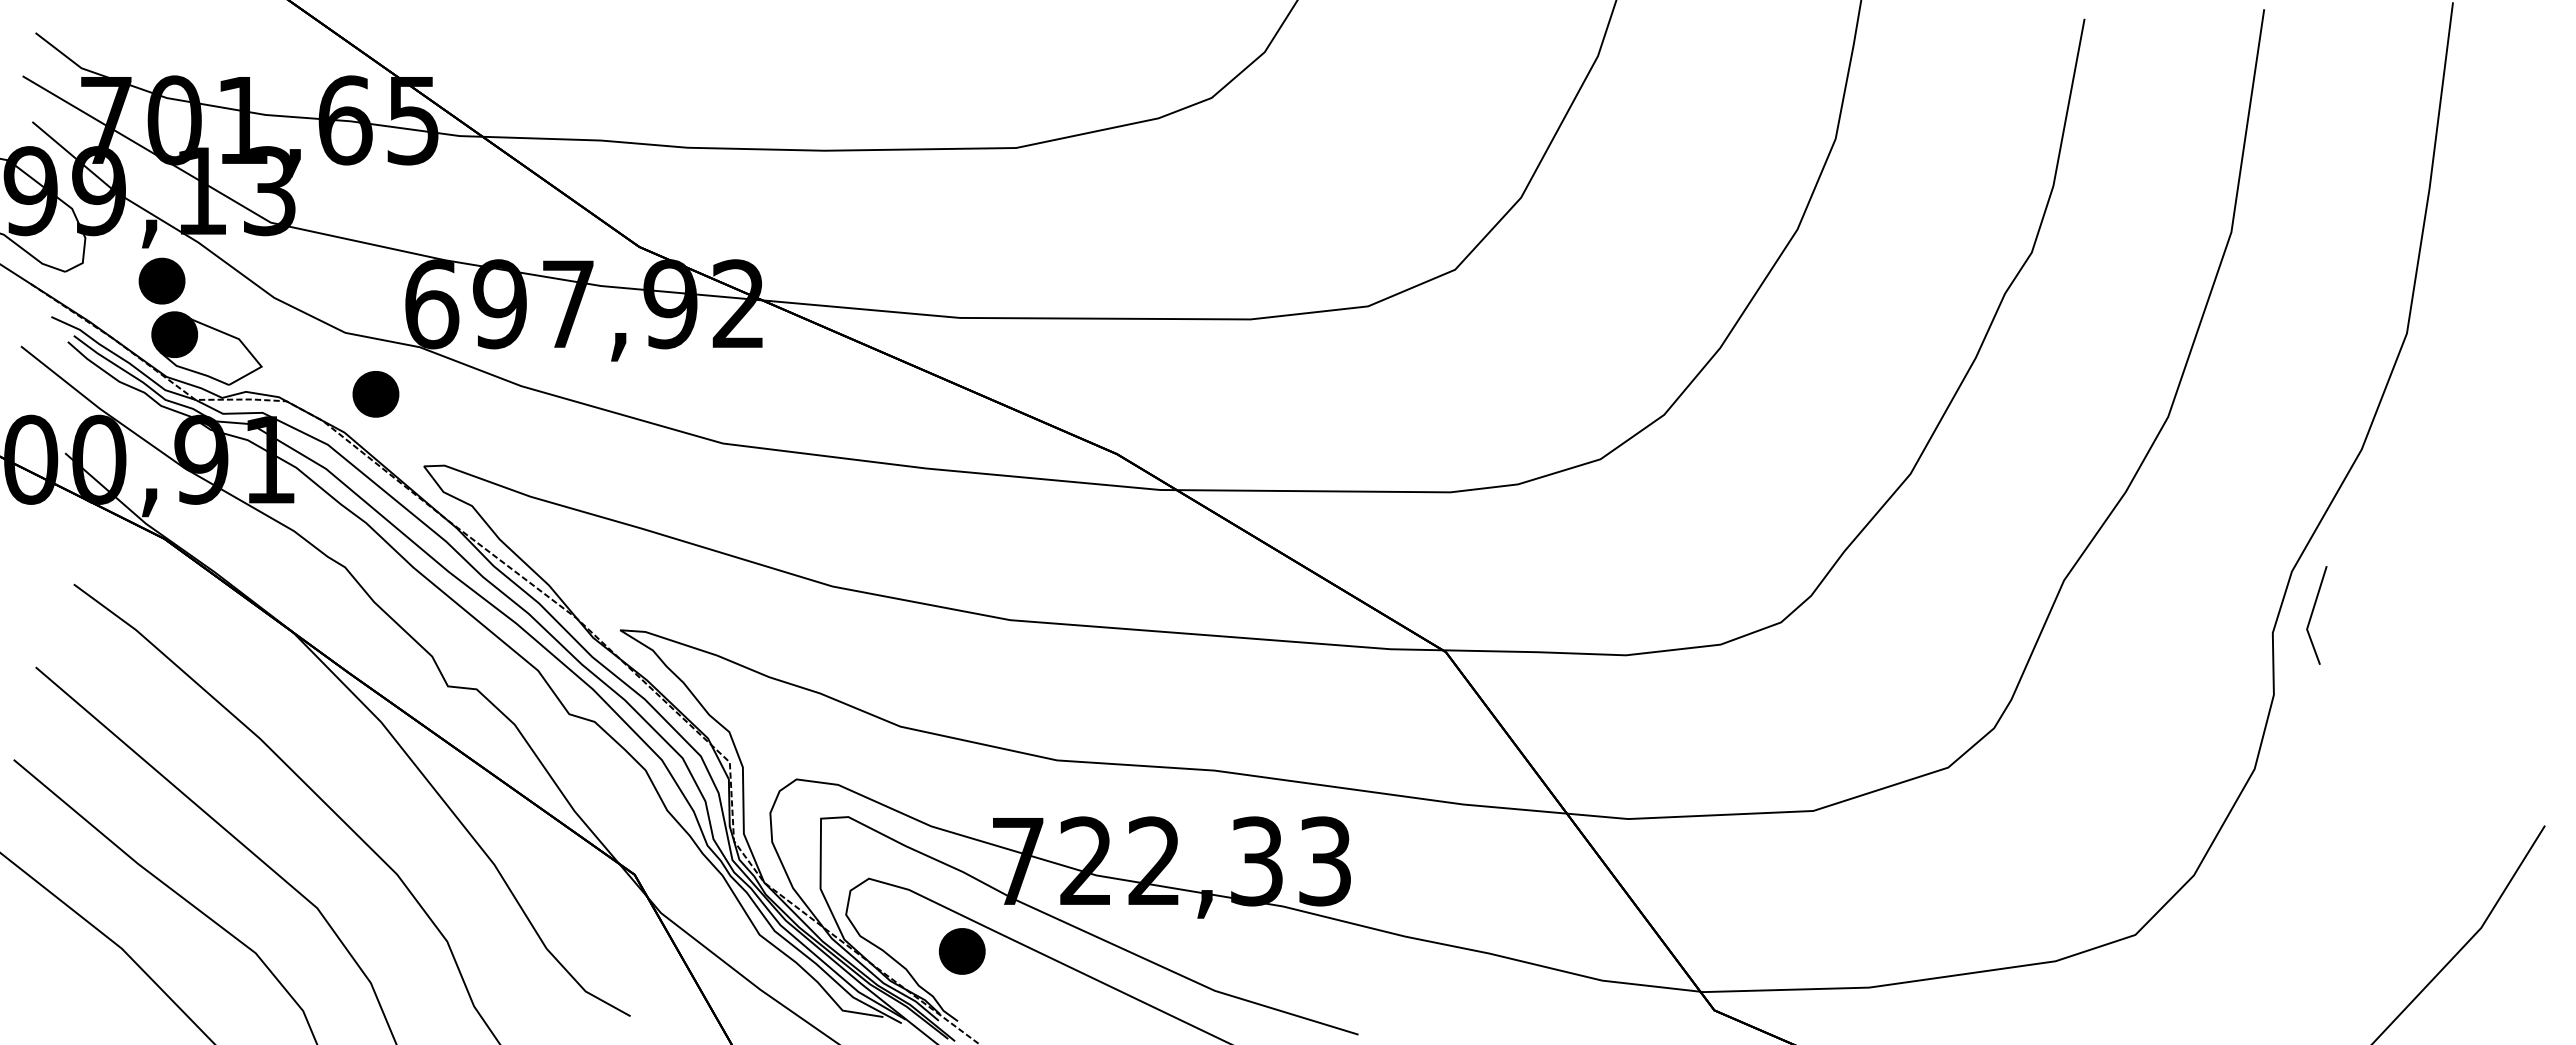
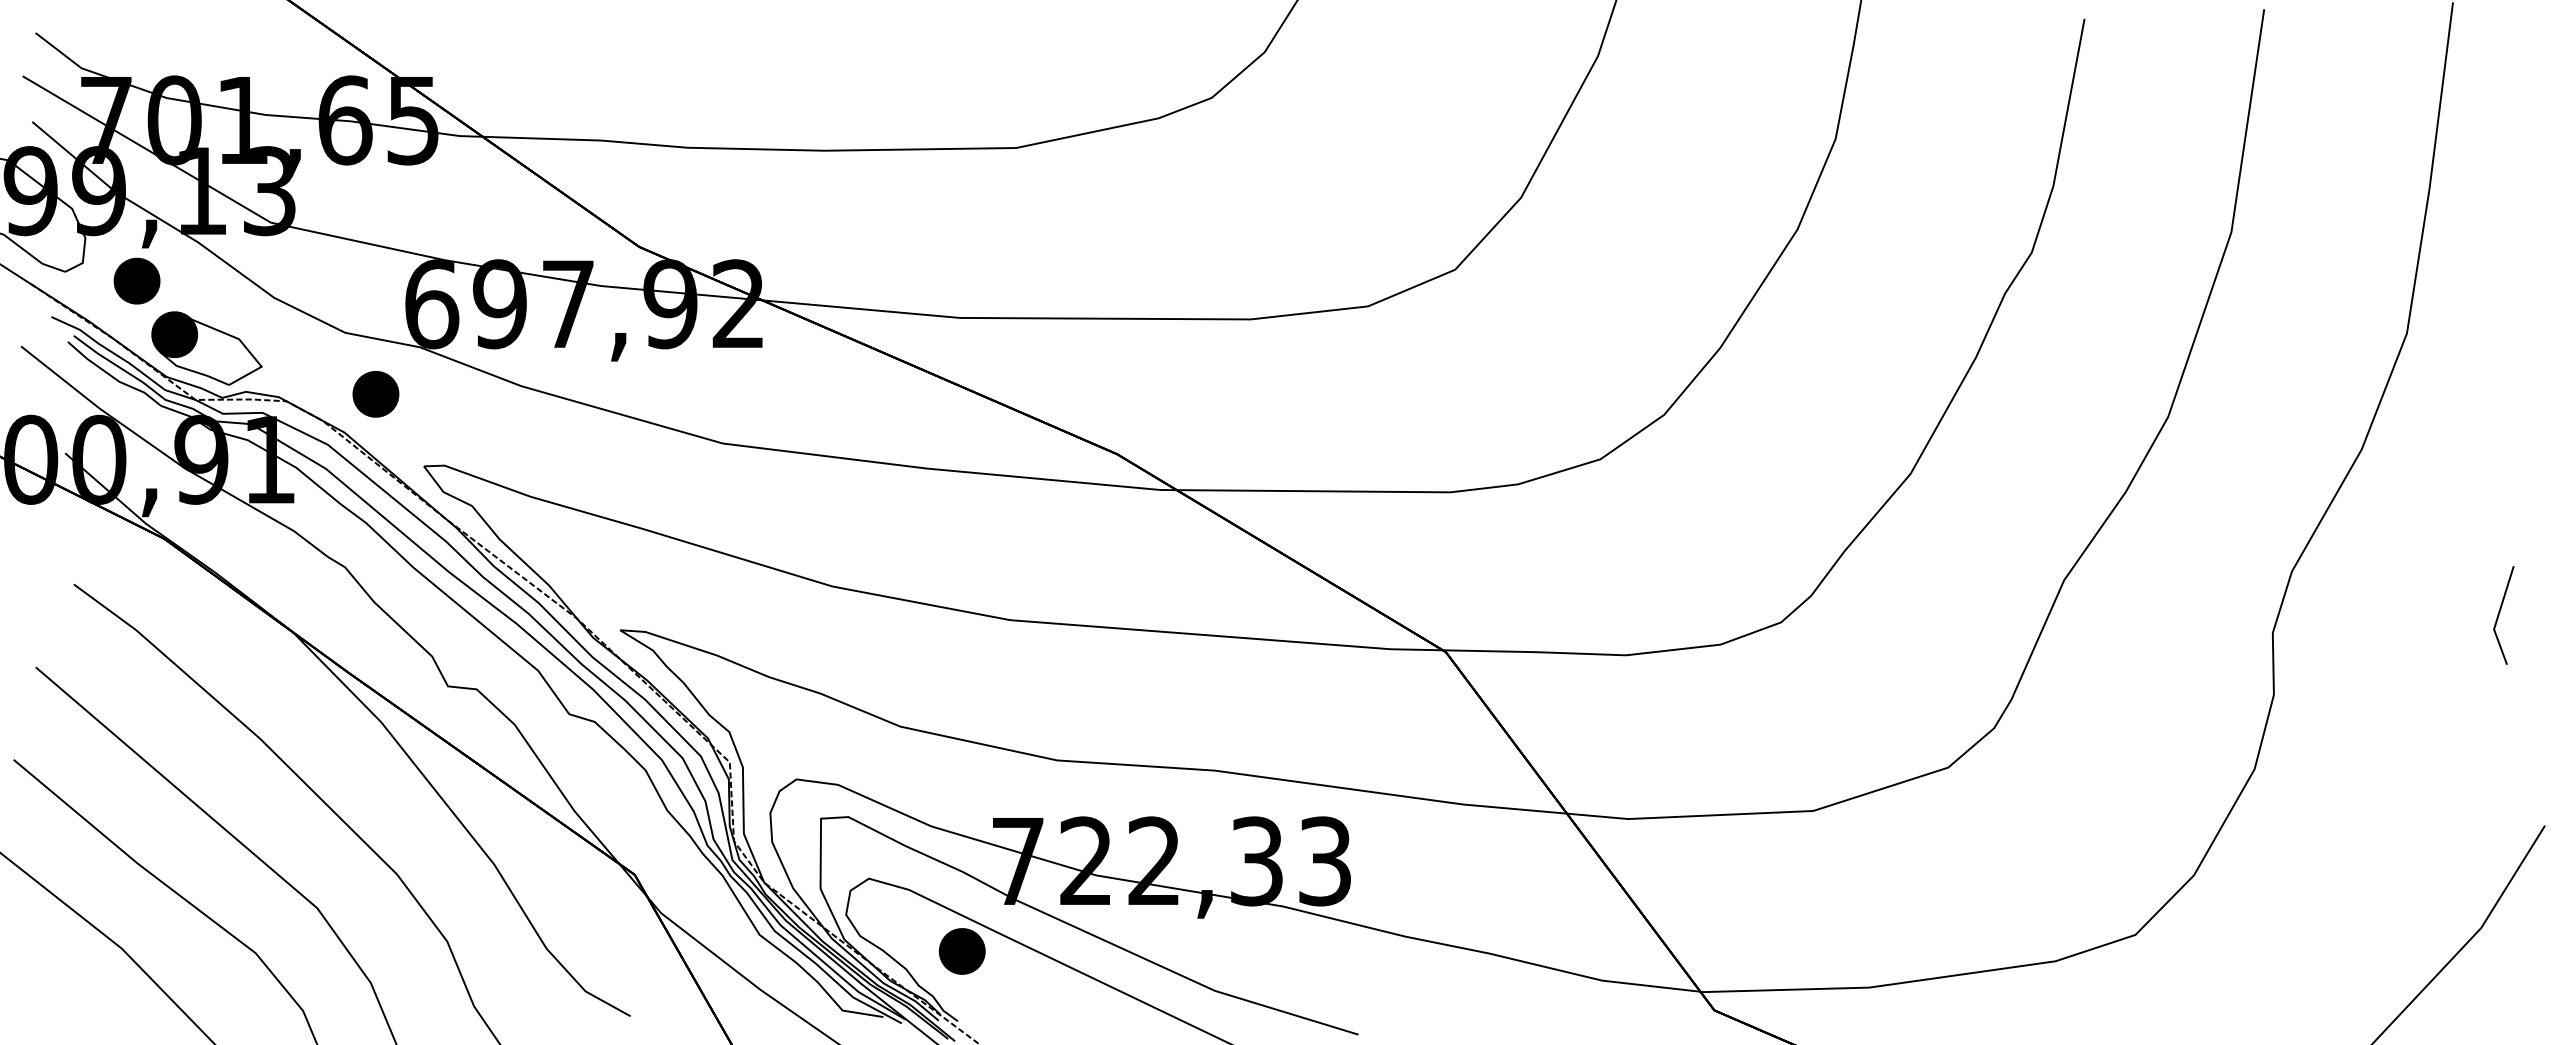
part at (161, 280) position: (161, 280) -> (136, 280)
line at (2312, 615) position: (2312, 615) -> (2499, 615)
